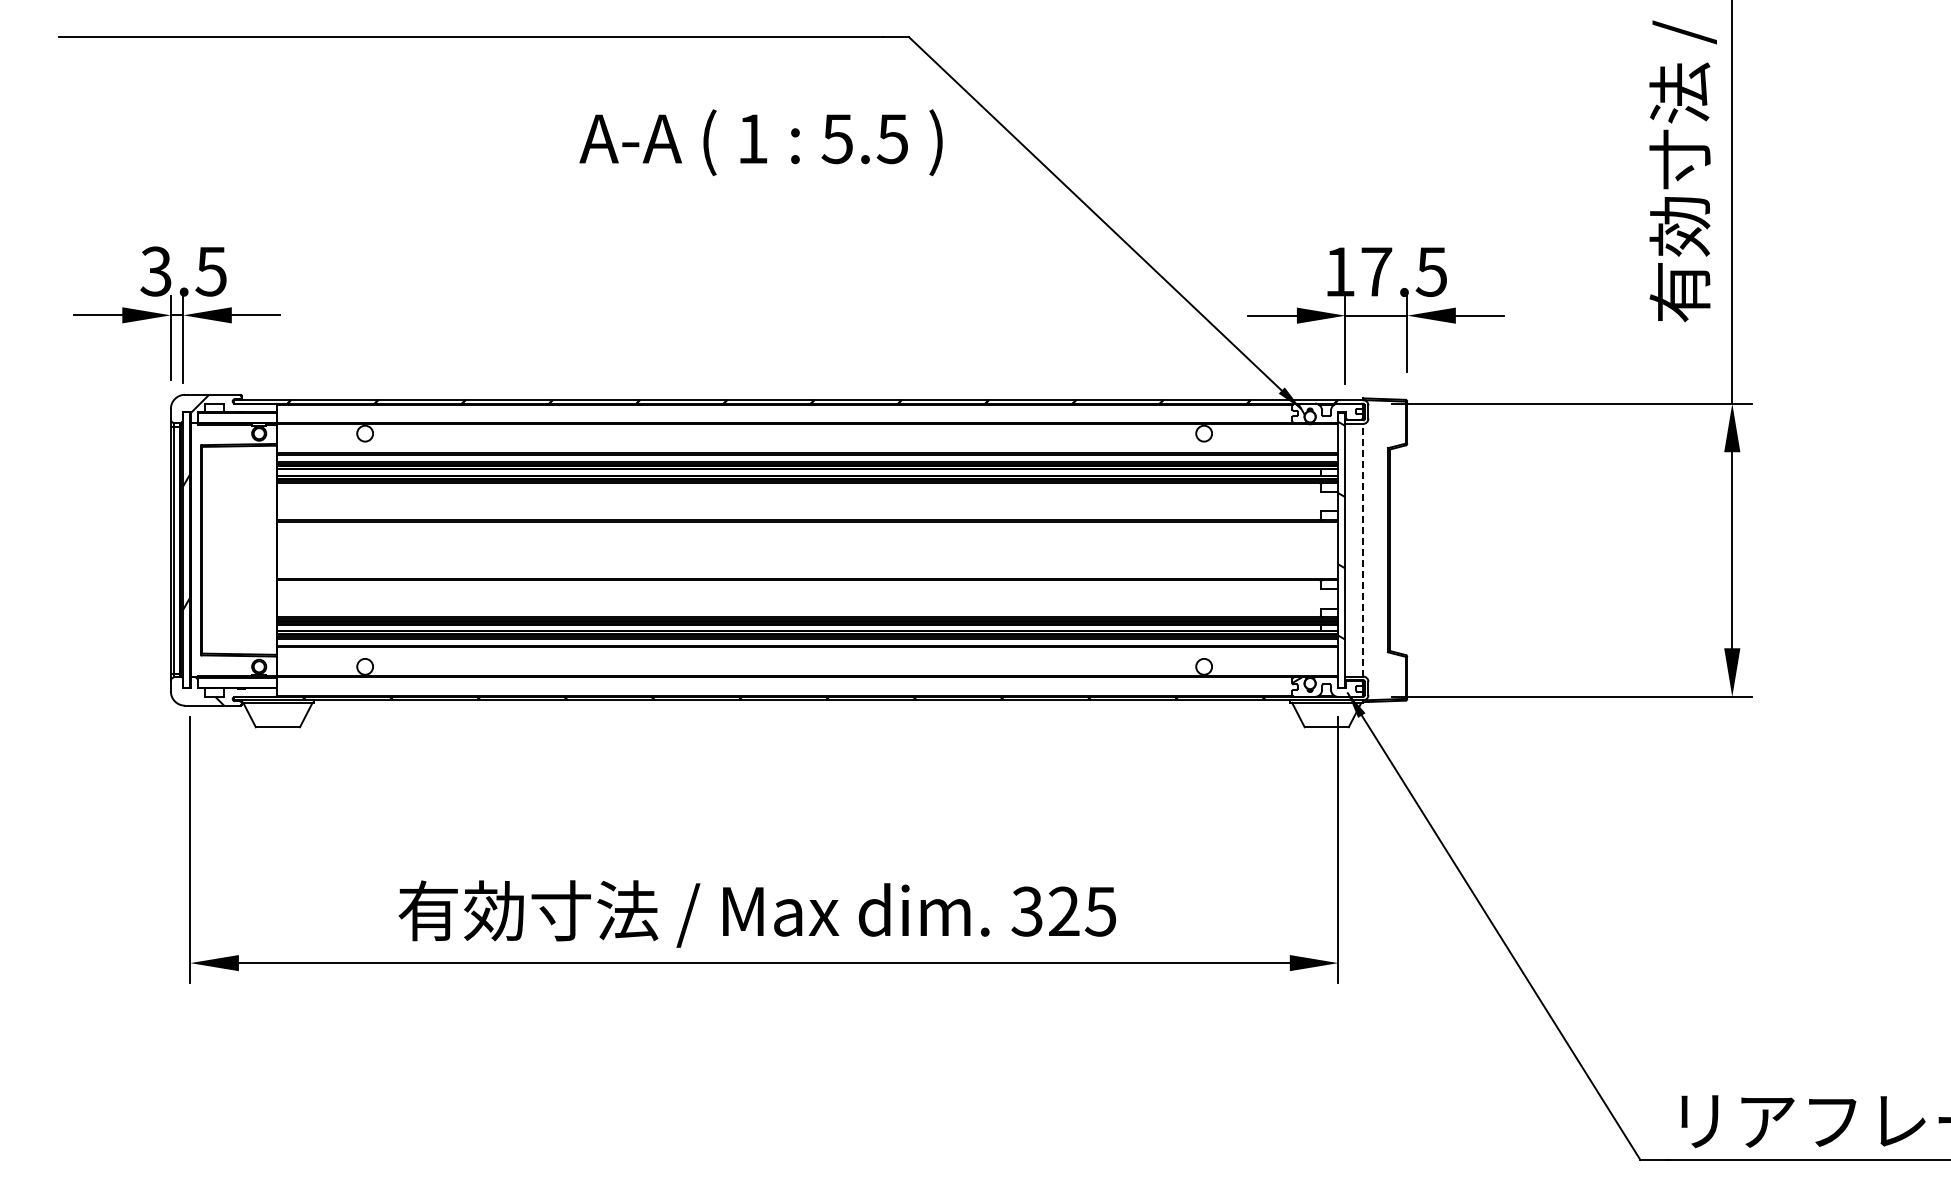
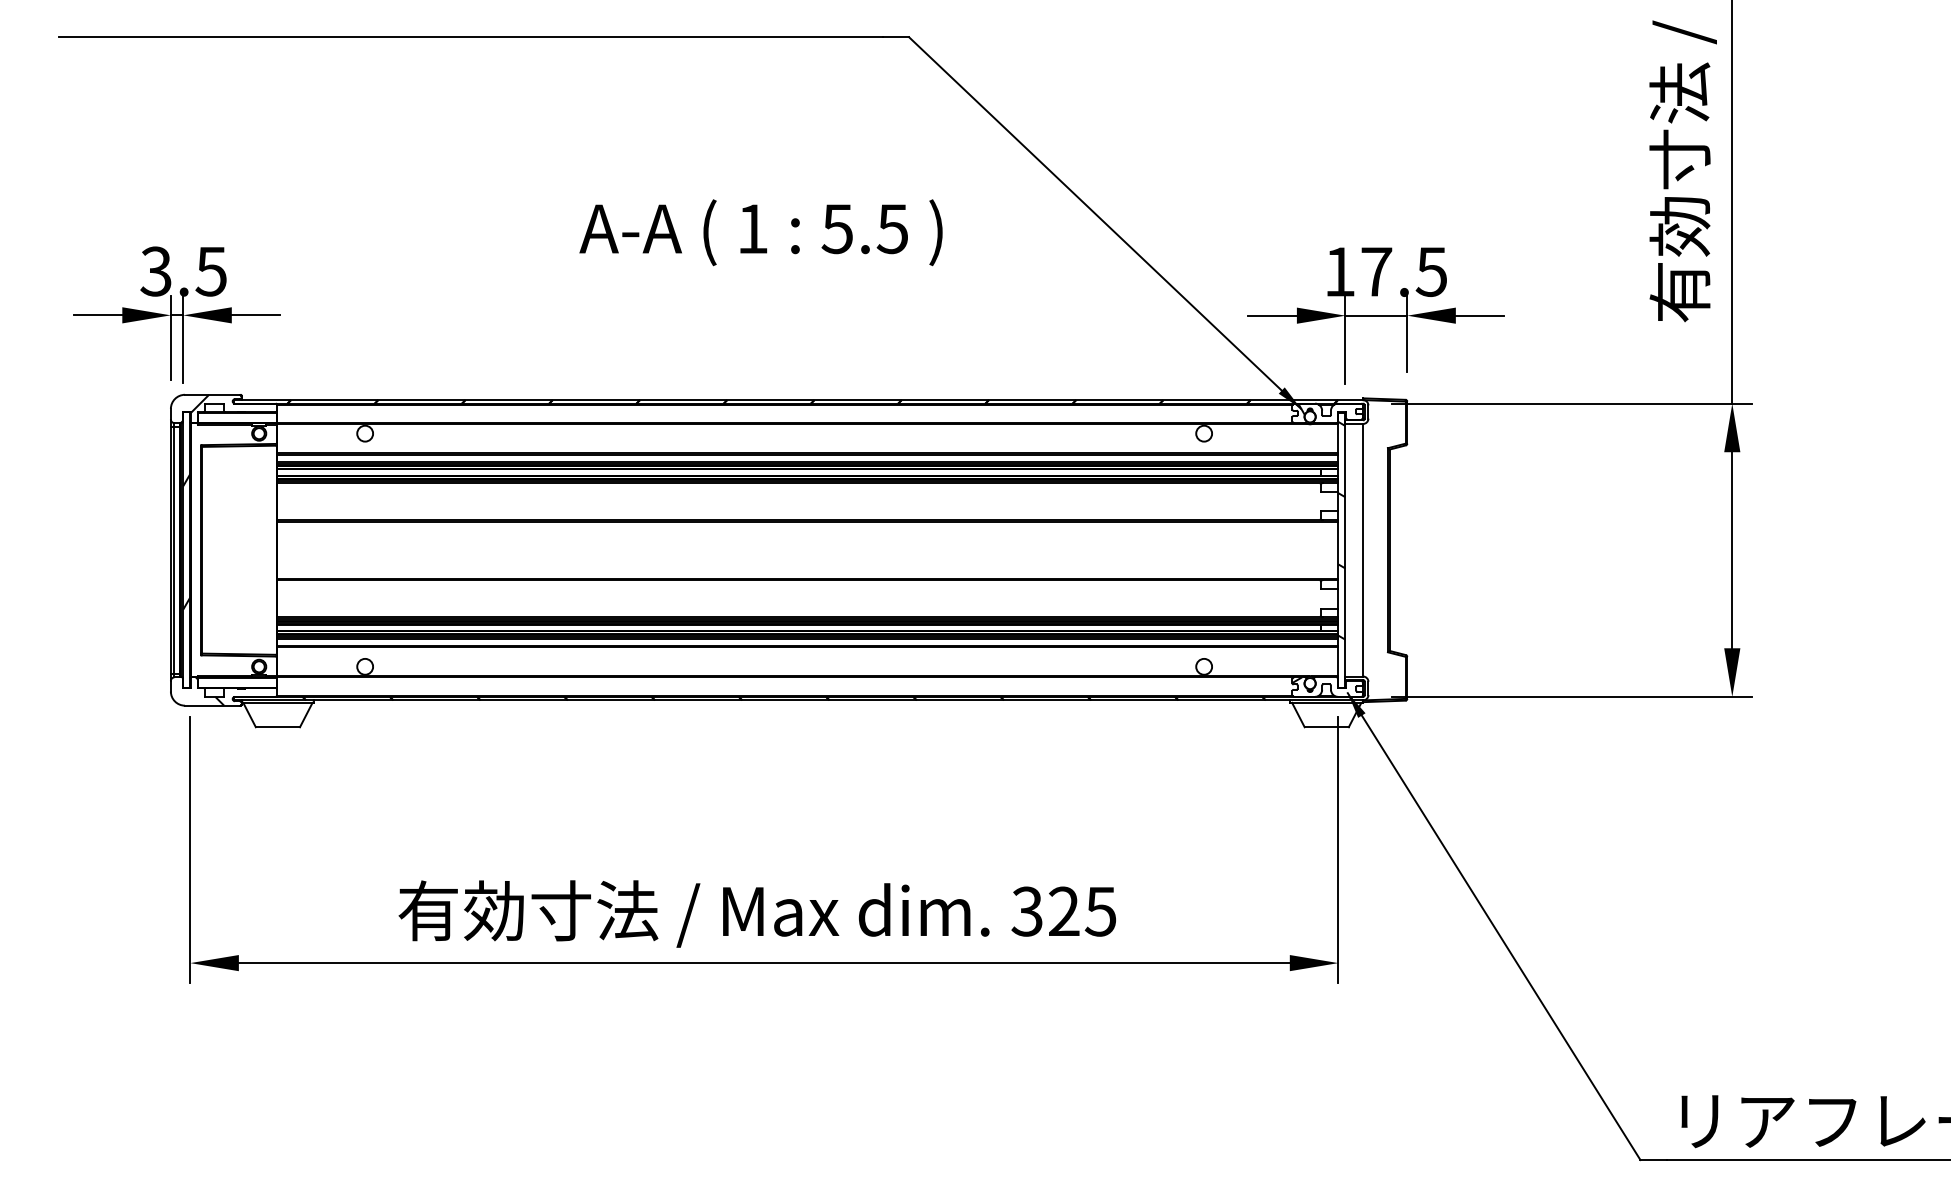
text at (760, 142) position: (760, 142) -> (760, 232)
line at (1363, 549): dashed -> solid
